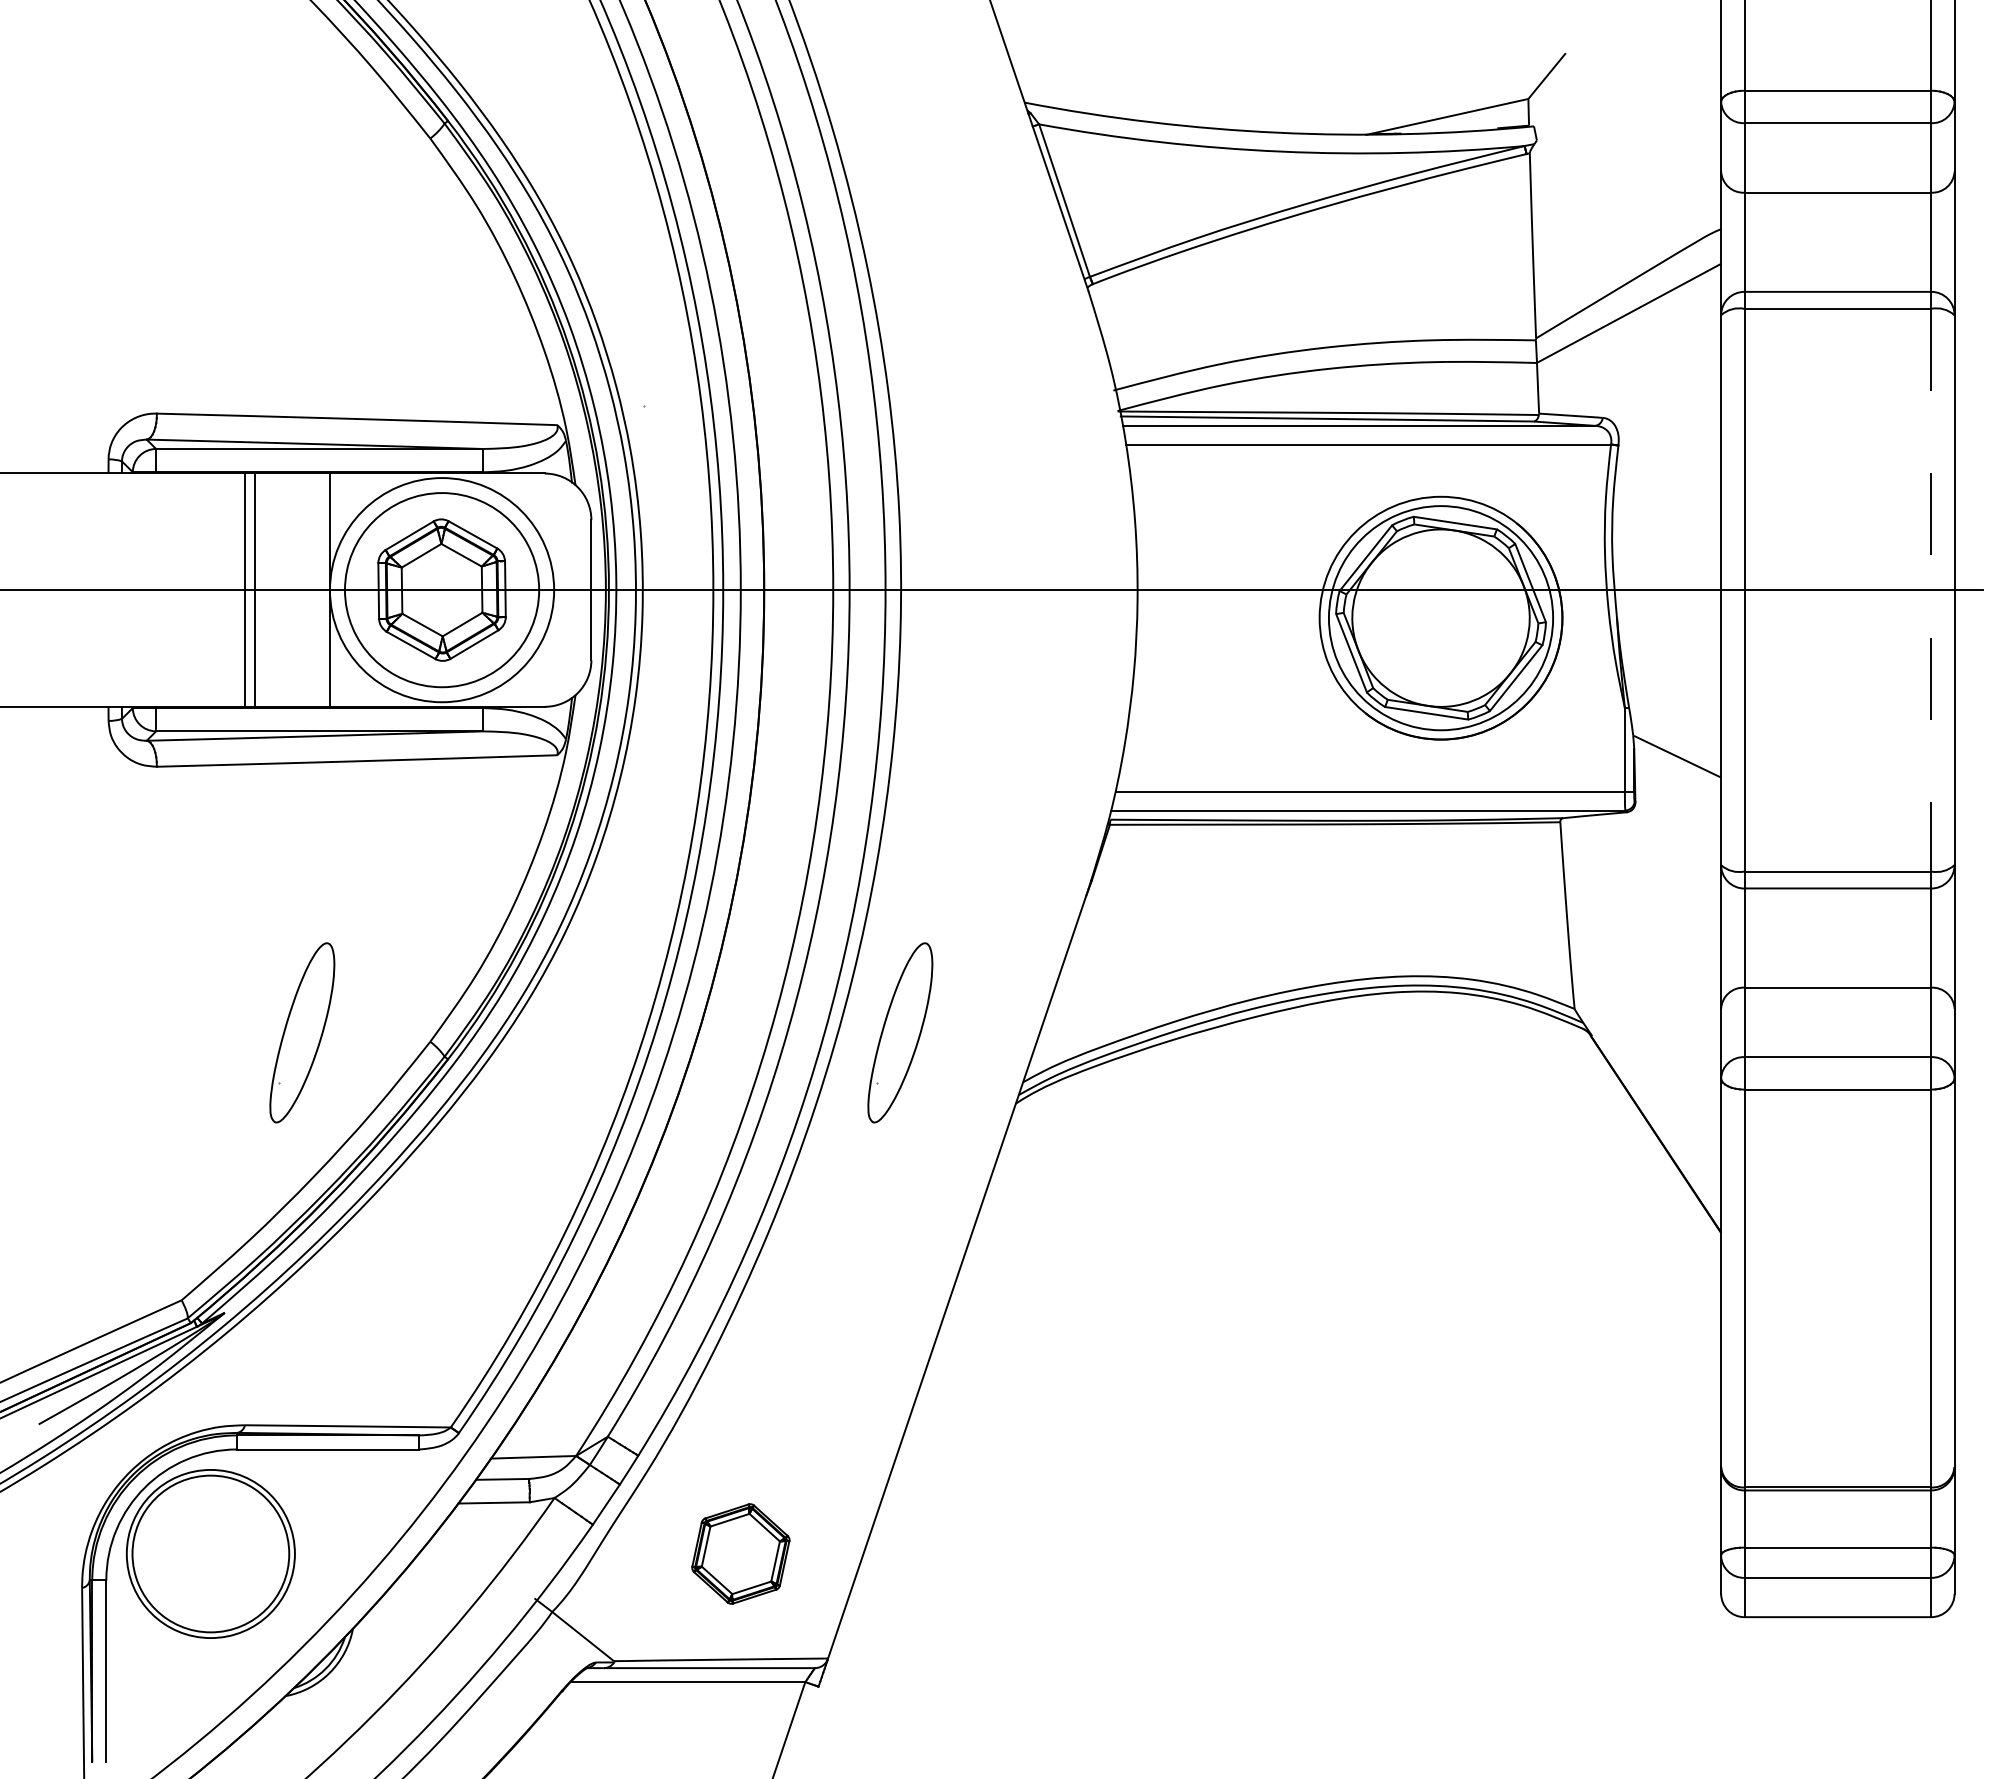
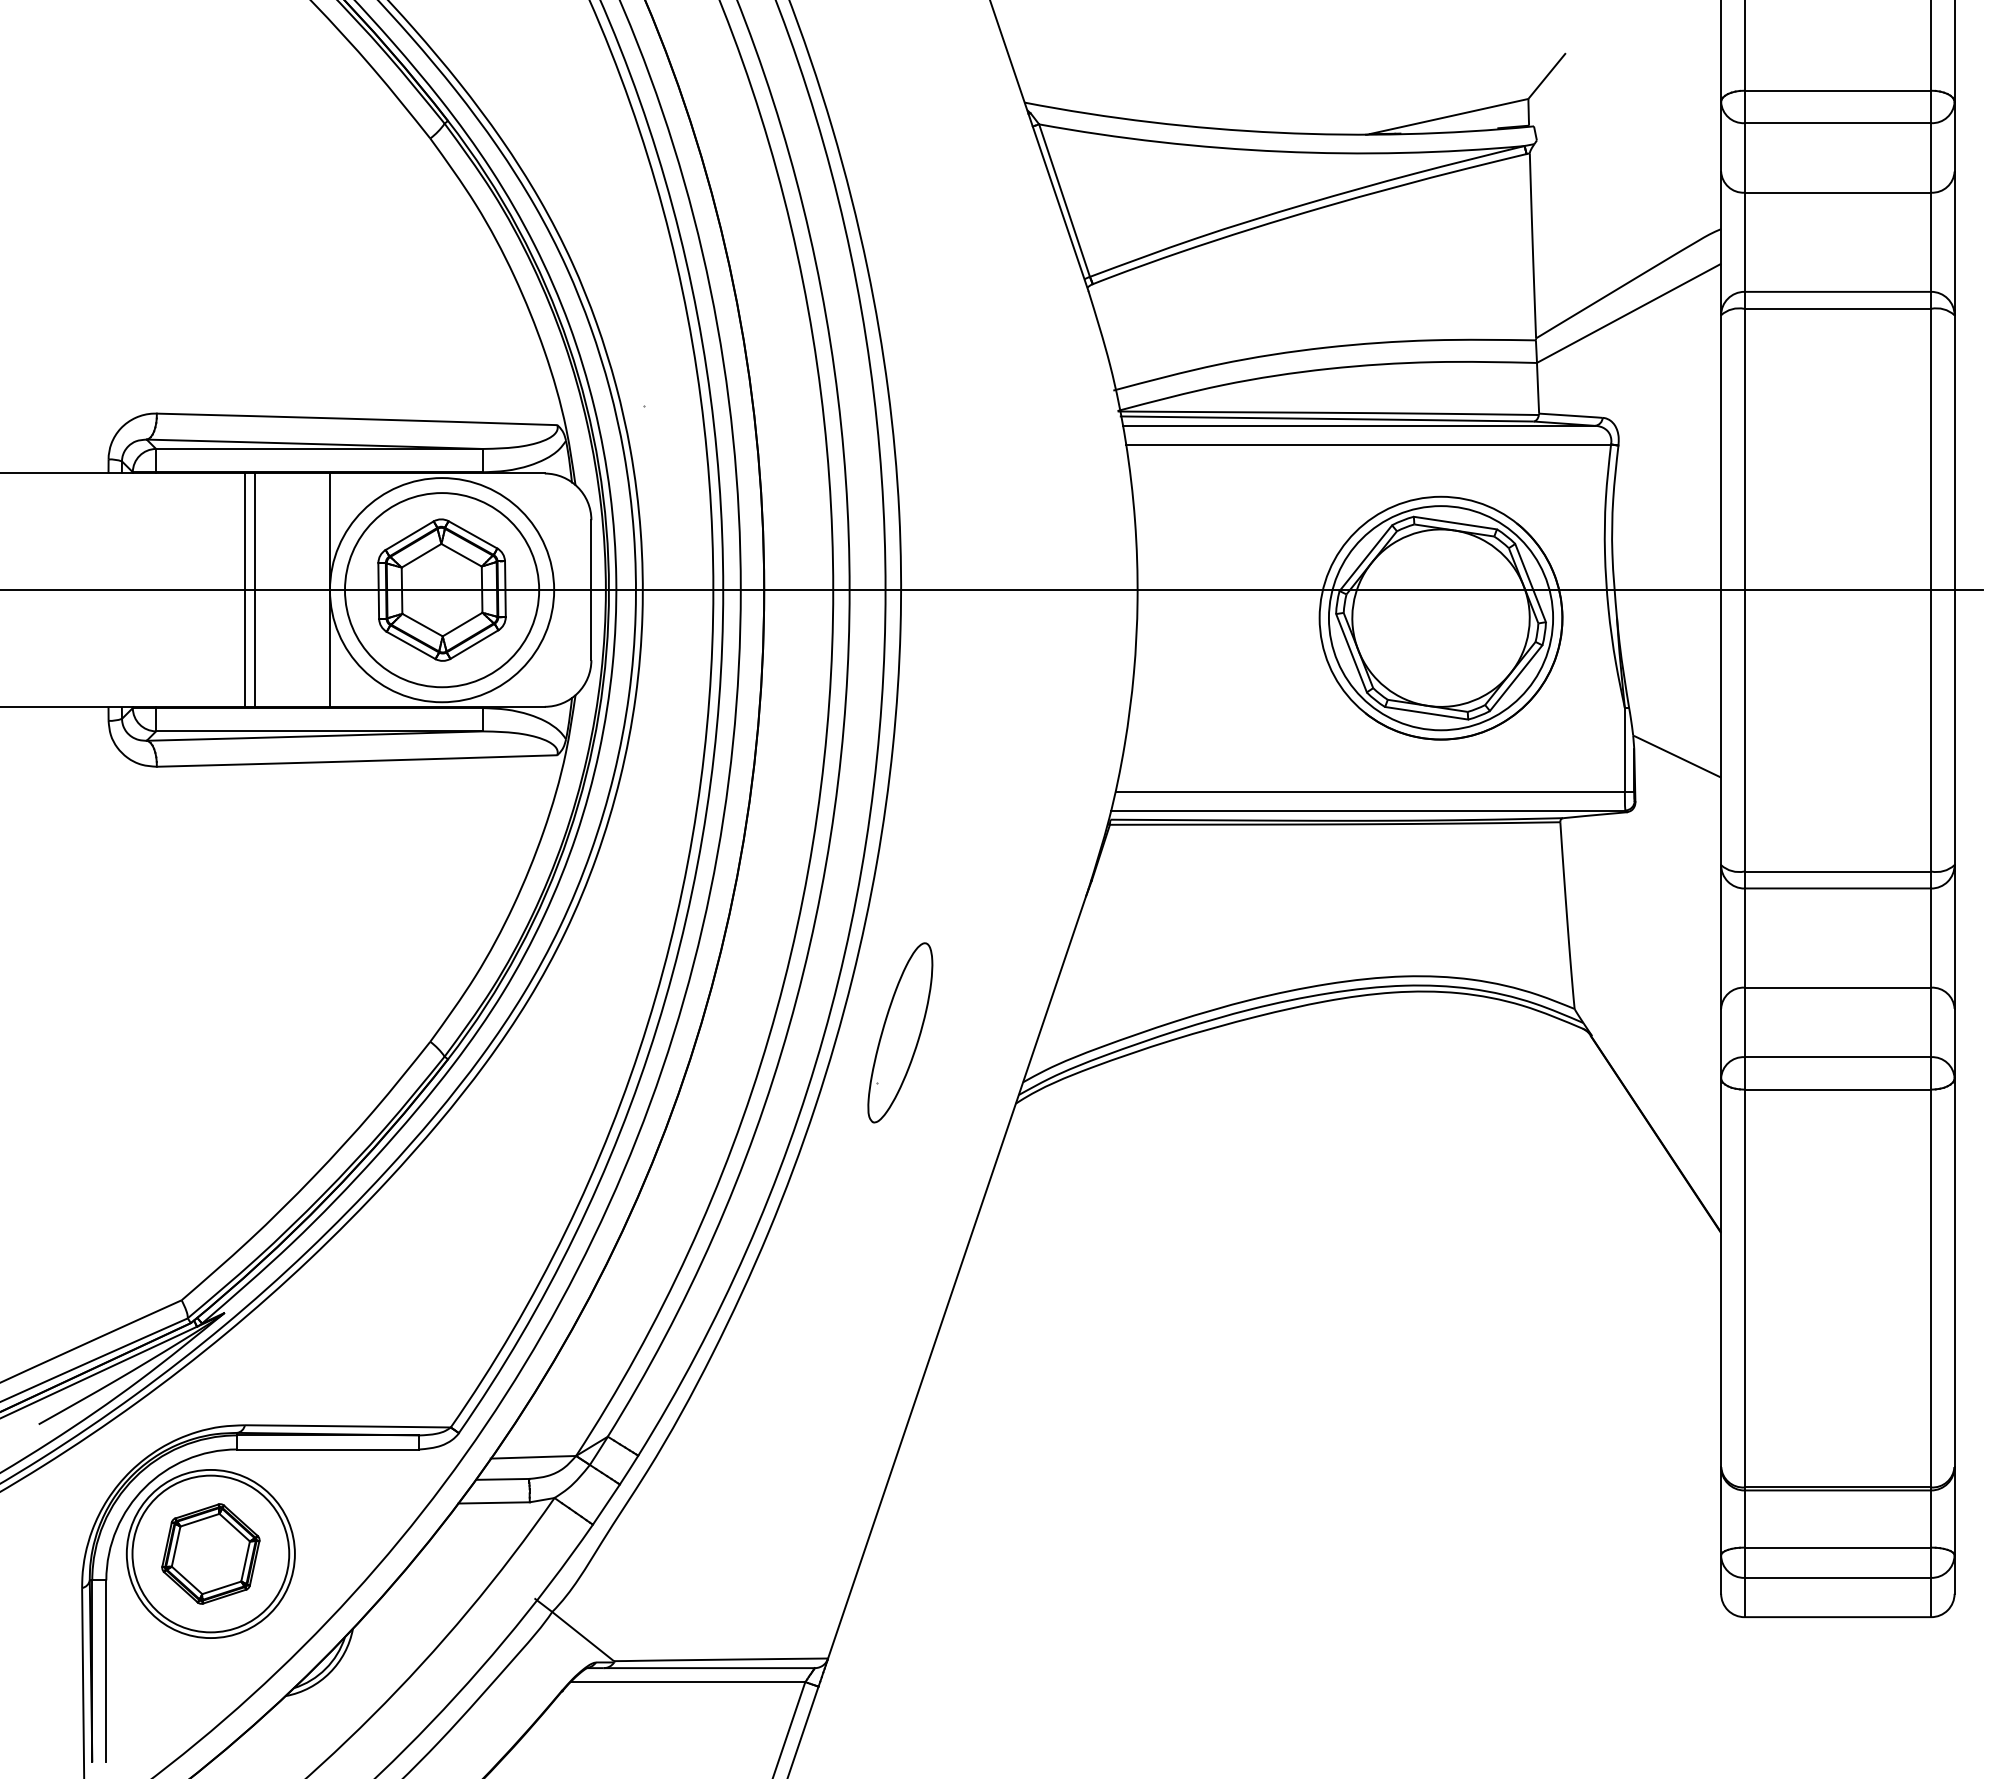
line at (1931, 590): dashed -> solid
part at (302, 1032): present -> none
part at (740, 1553) position: (740, 1553) -> (210, 1553)
line at (803, 1730): none -> present
